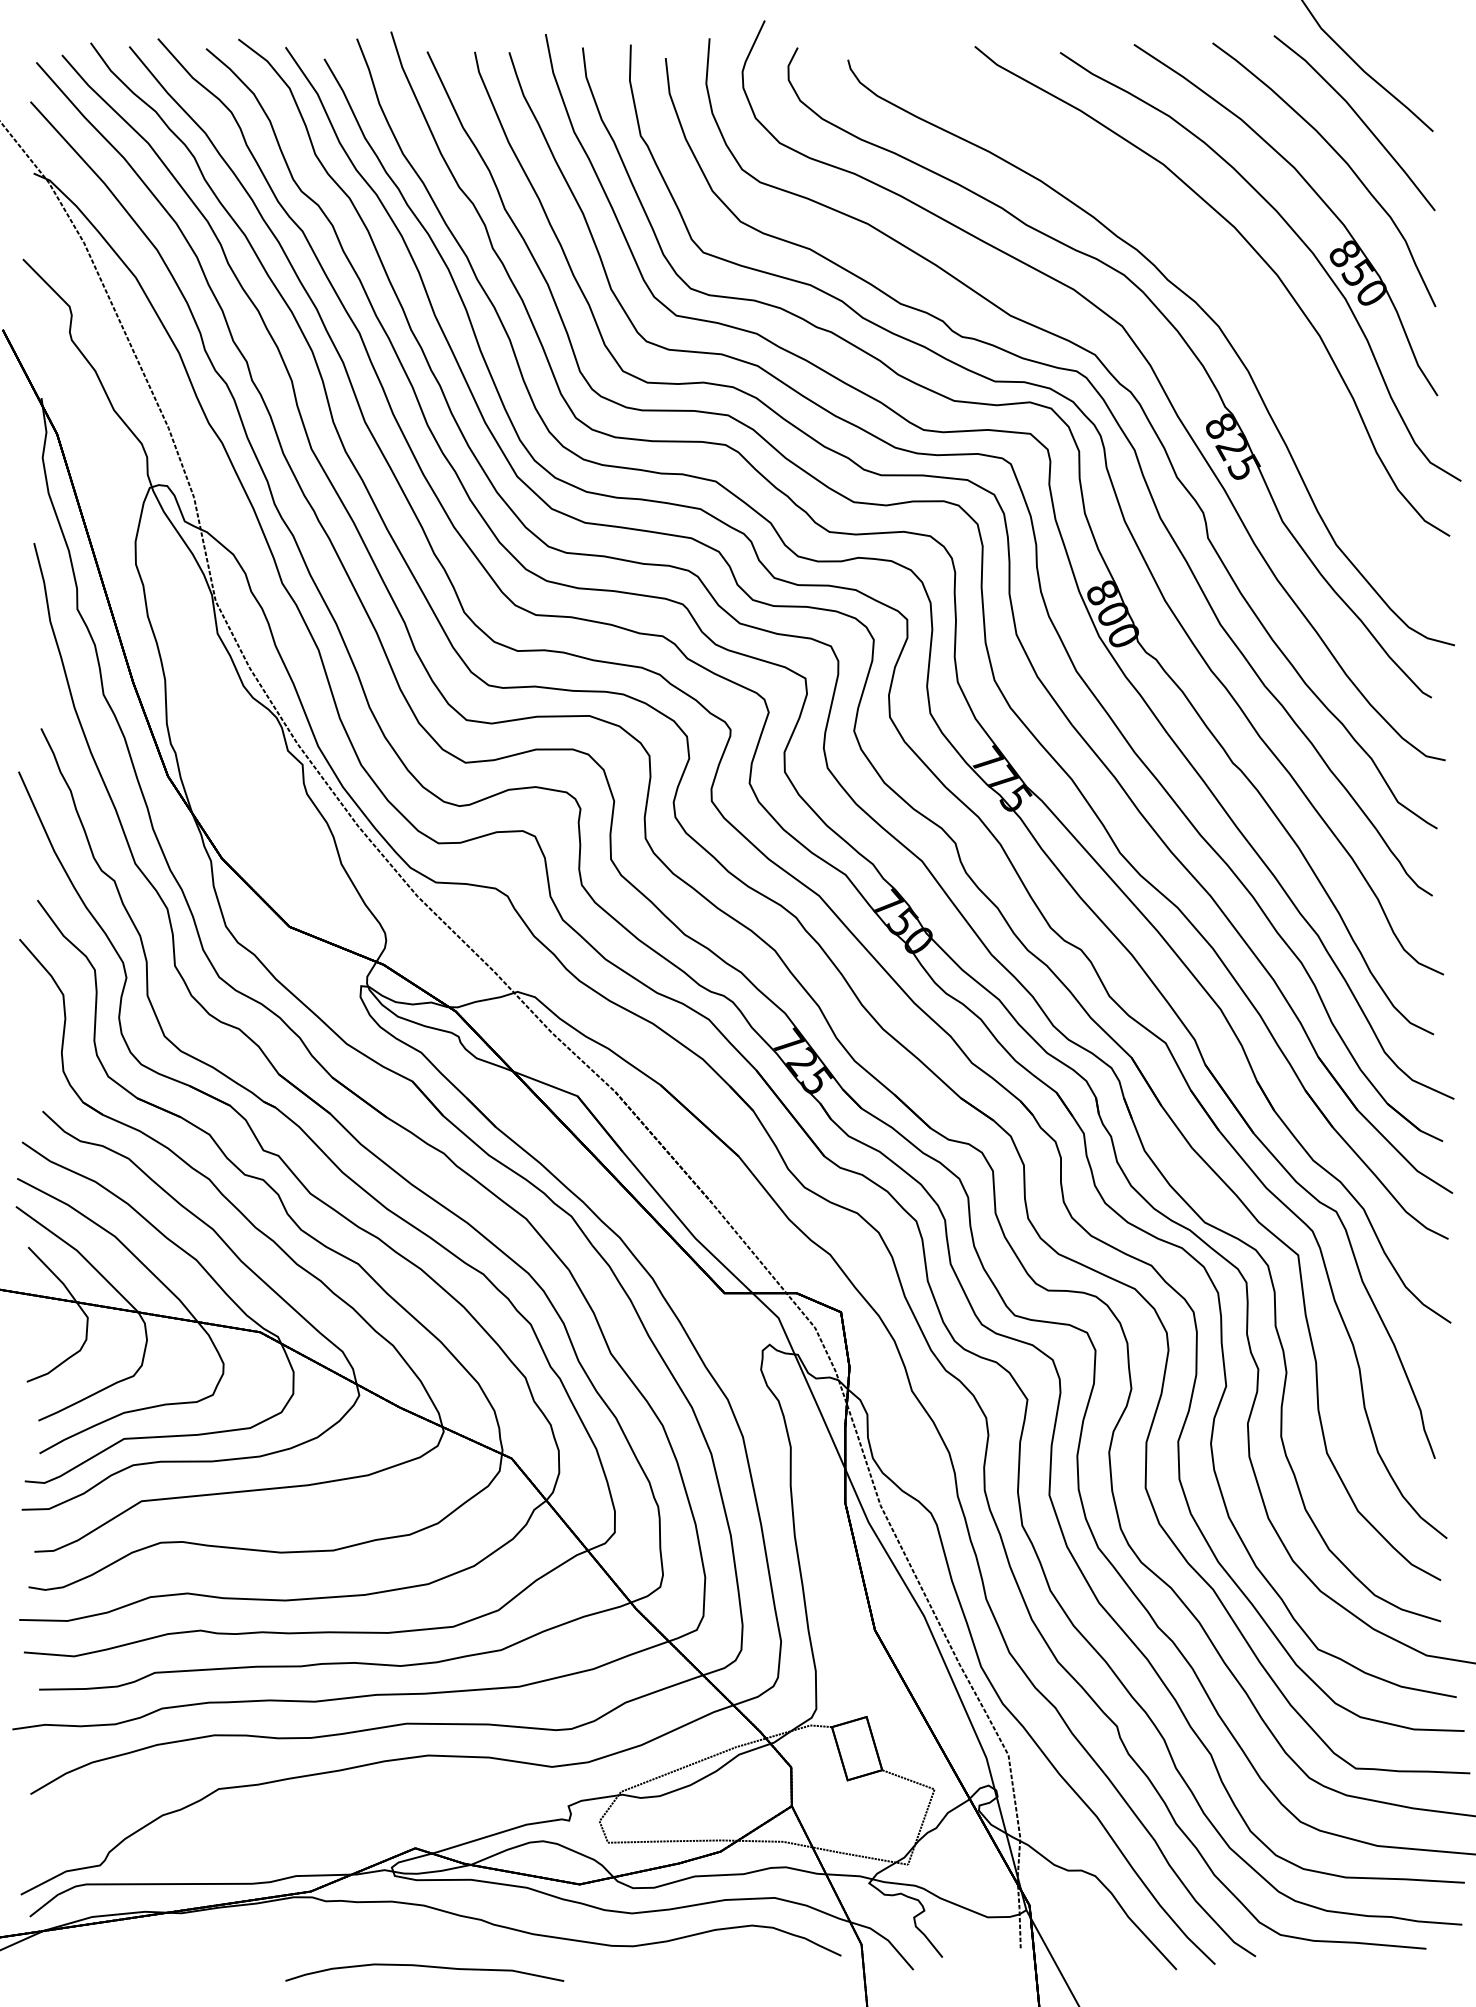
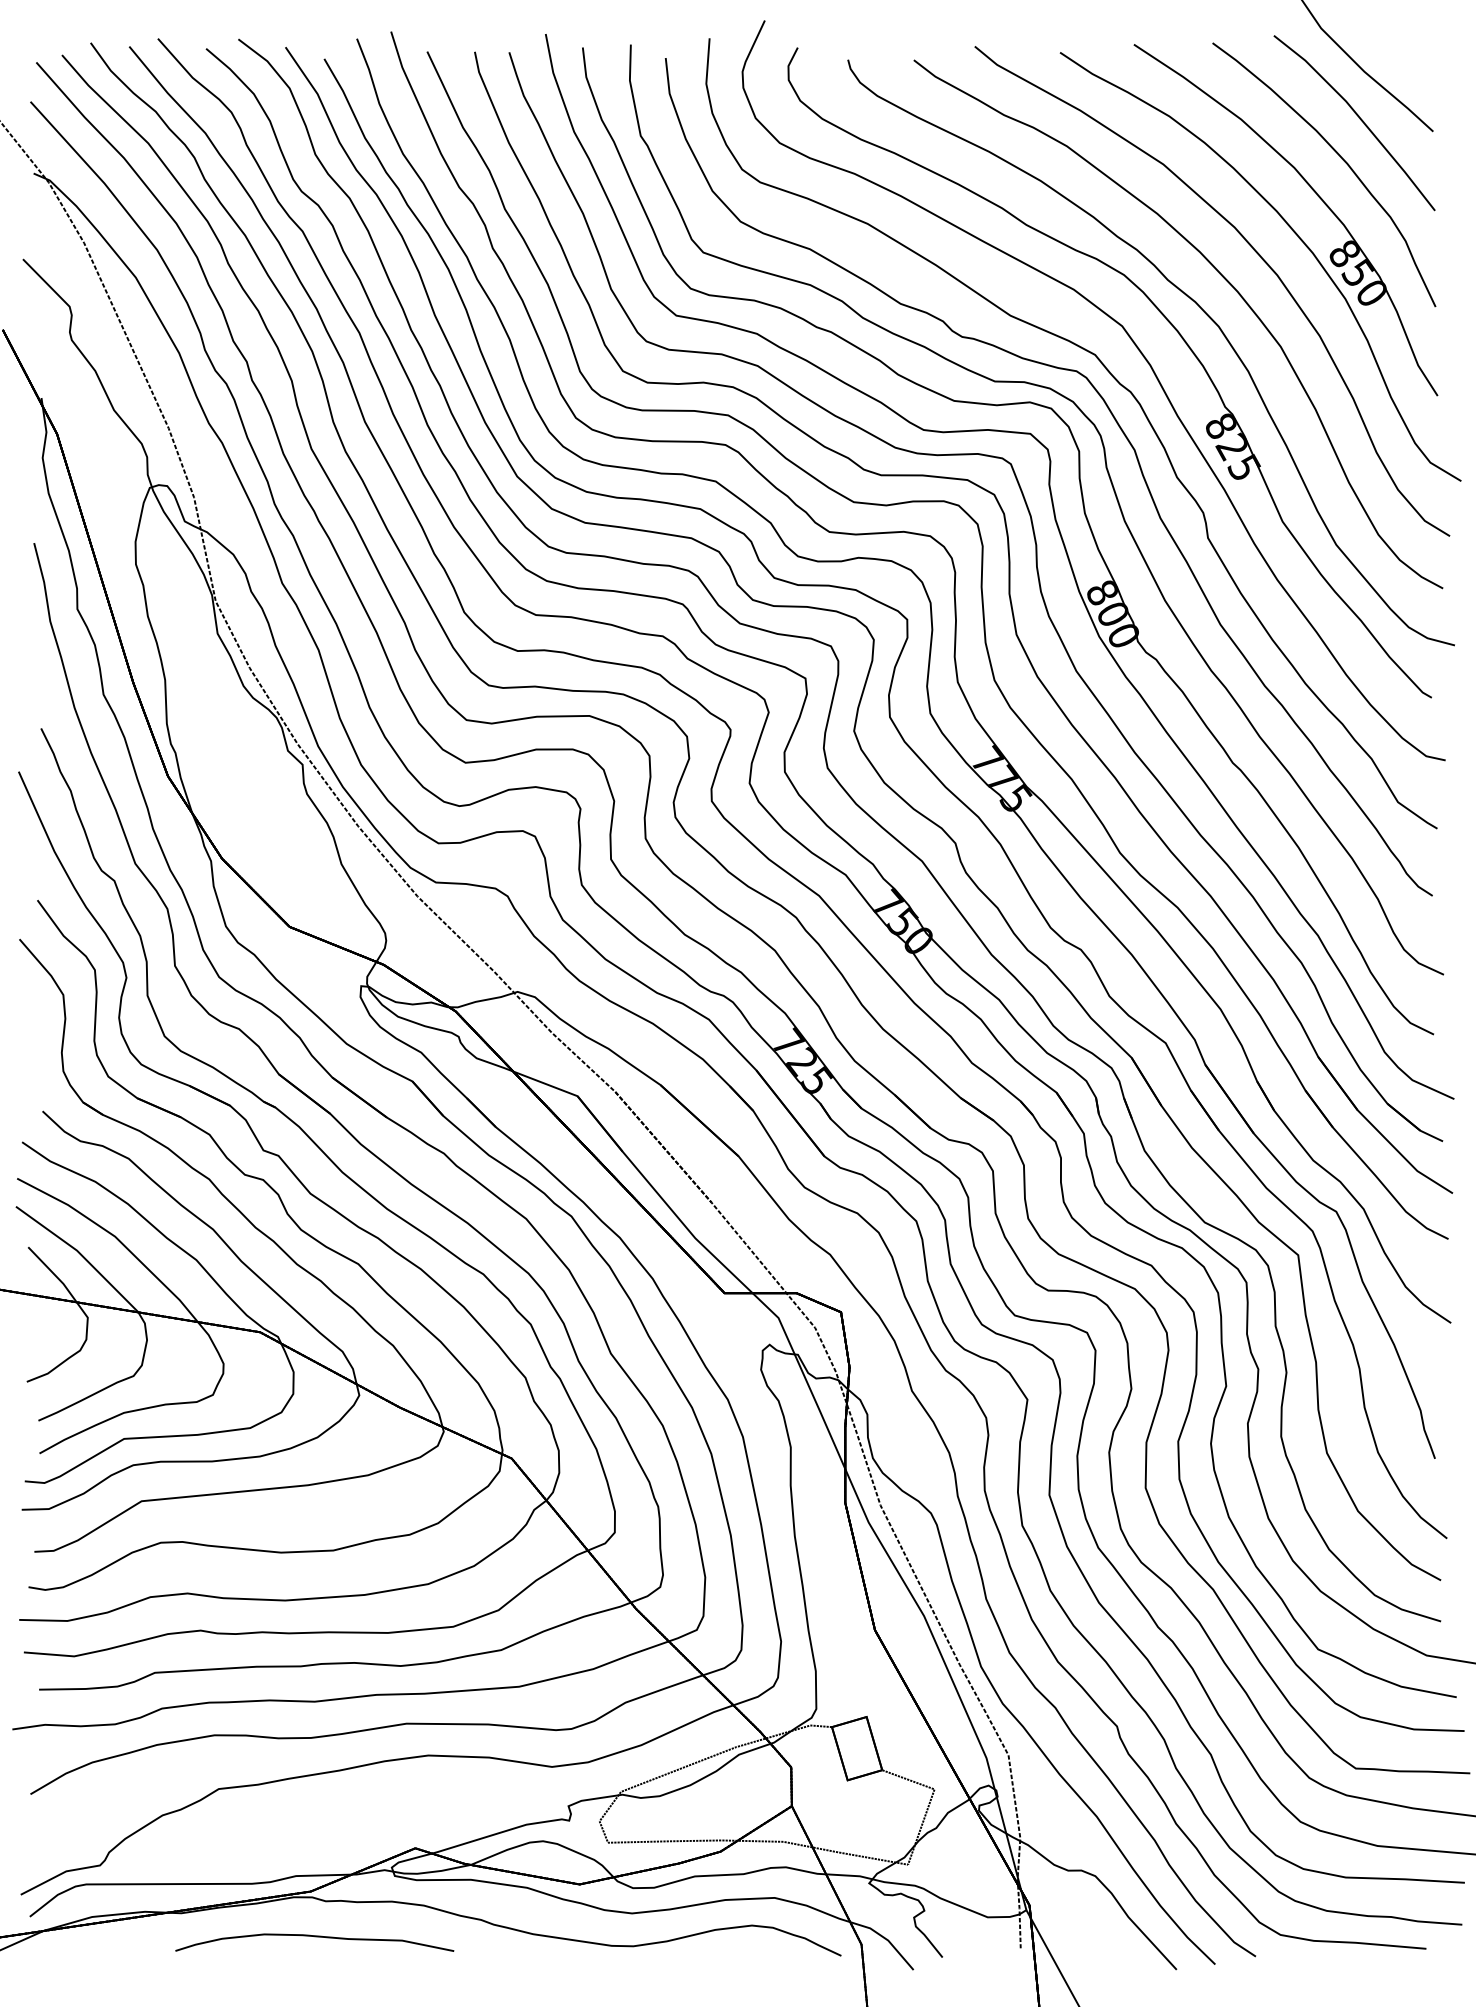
part at (1223, 278): none -> present
curve at (424, 1967) position: (424, 1967) -> (314, 1937)
